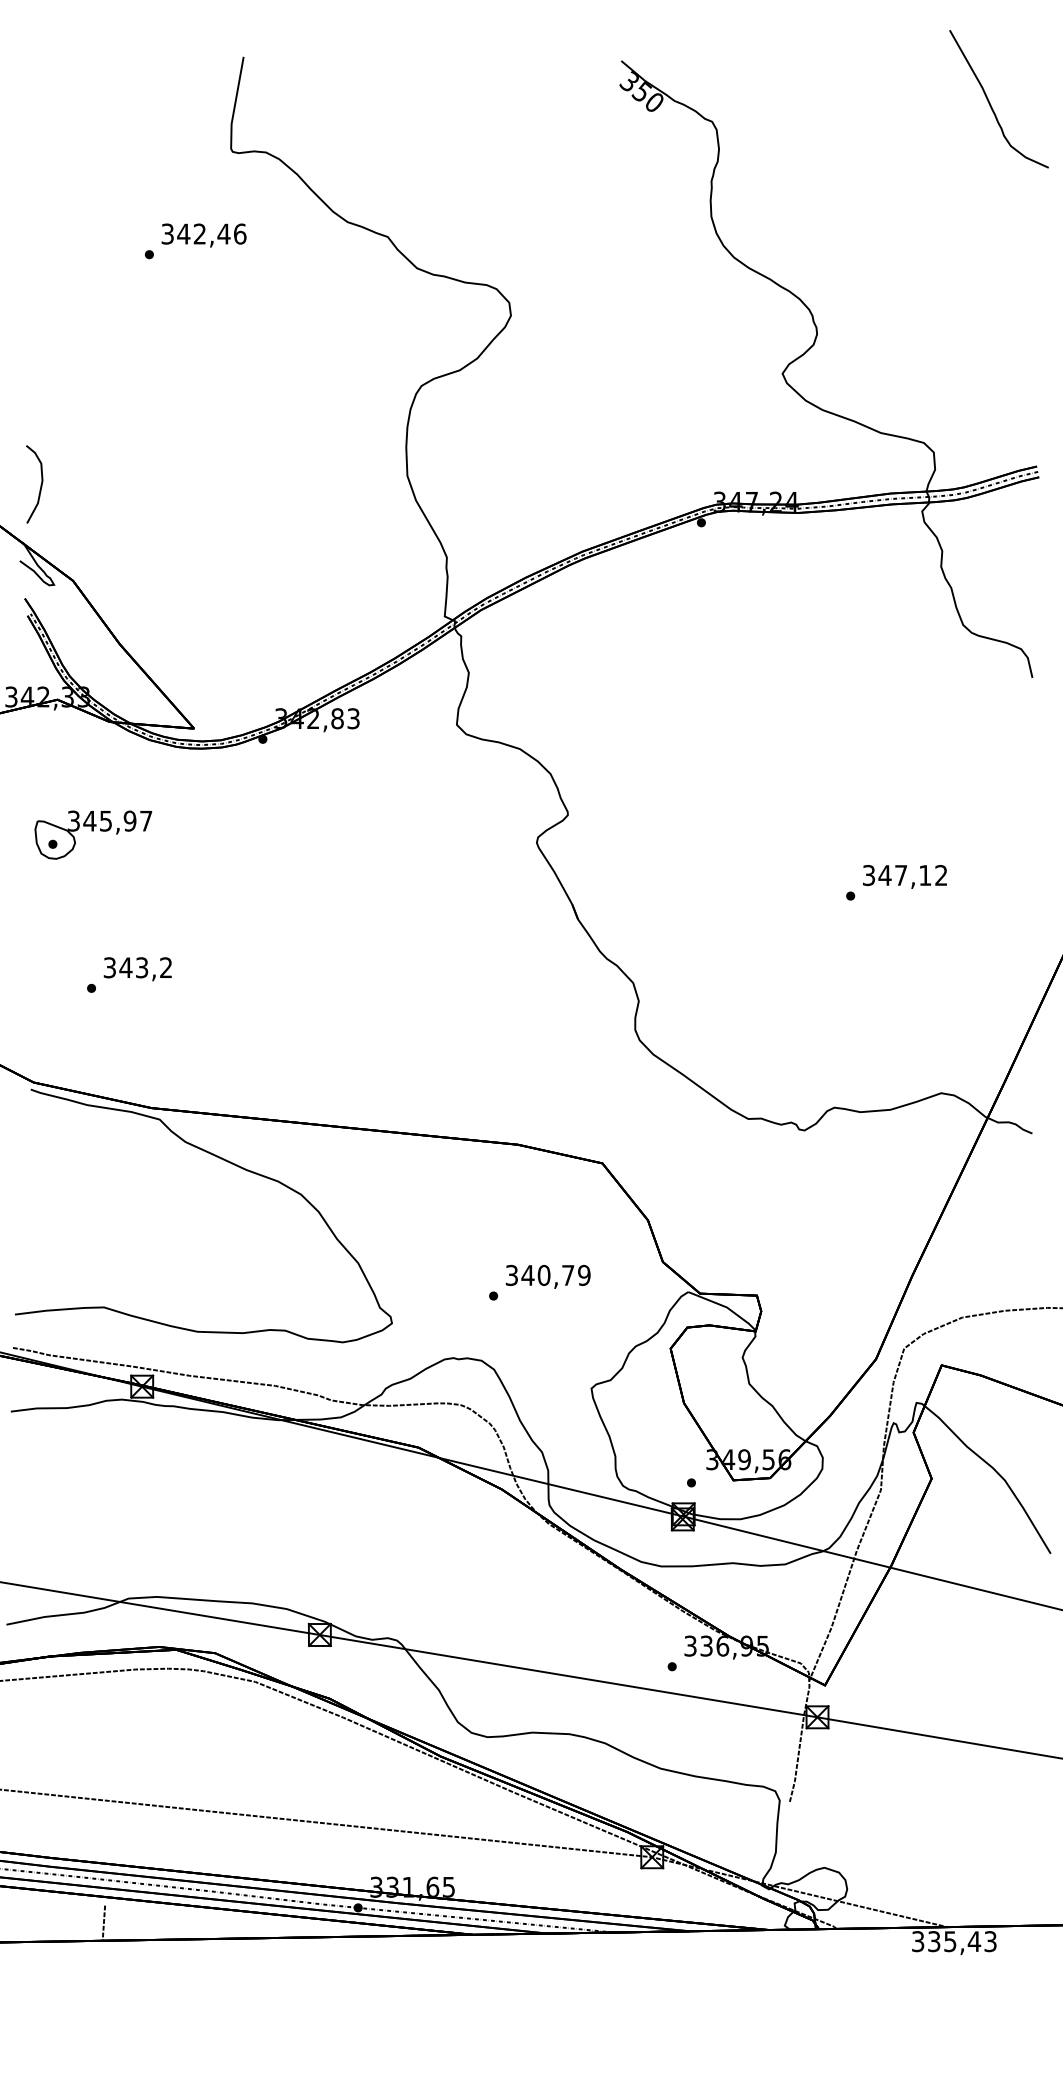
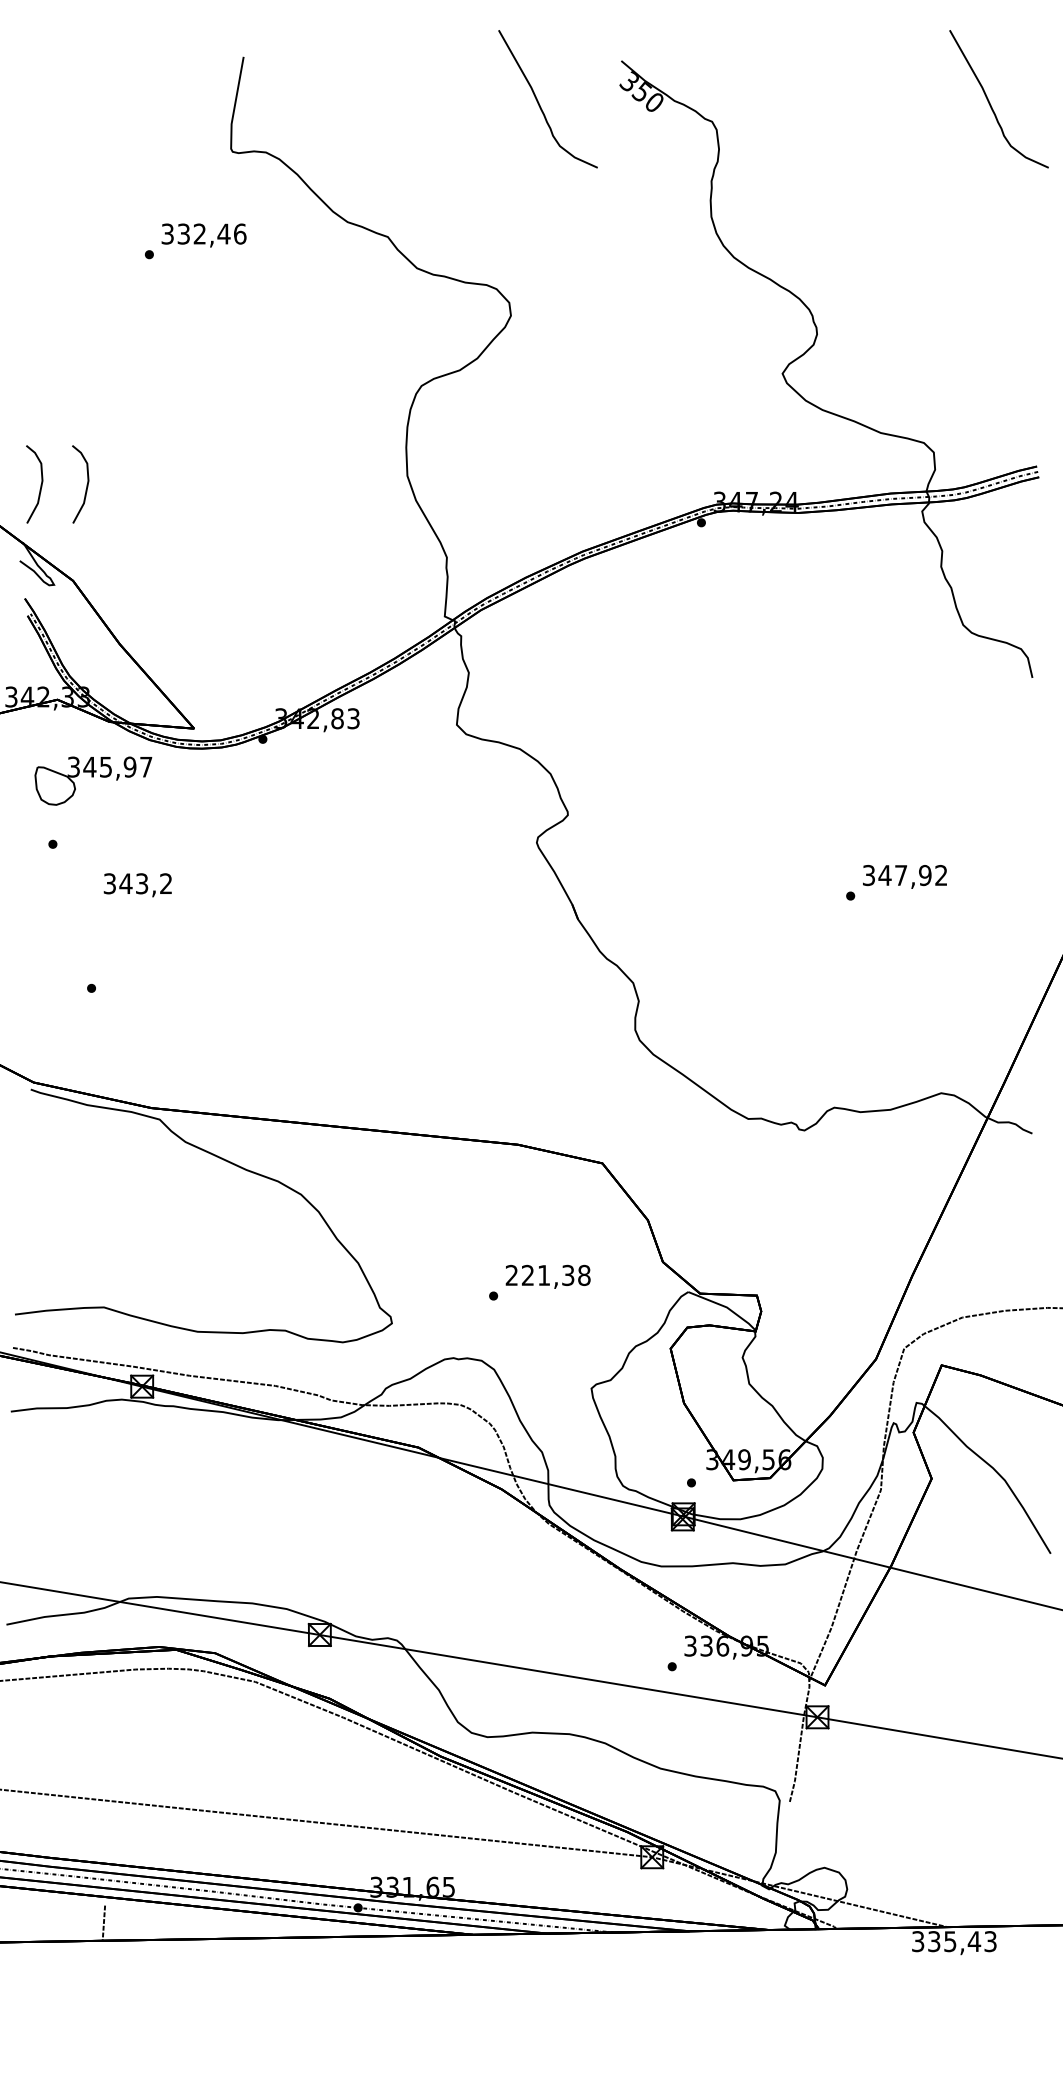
curve at (539, 102): none -> present
text at (183, 233): 342,46 -> 332,46
curve at (86, 484): none -> present
part at (93, 834) position: (93, 834) -> (93, 780)
text at (925, 875): 347,12 -> 347,92
text at (137, 969) position: (137, 969) -> (137, 885)
text at (547, 1275): 340,79 -> 221,38
